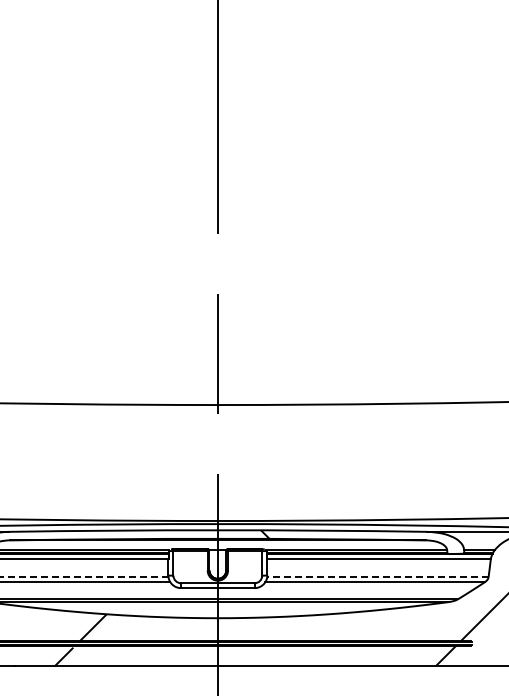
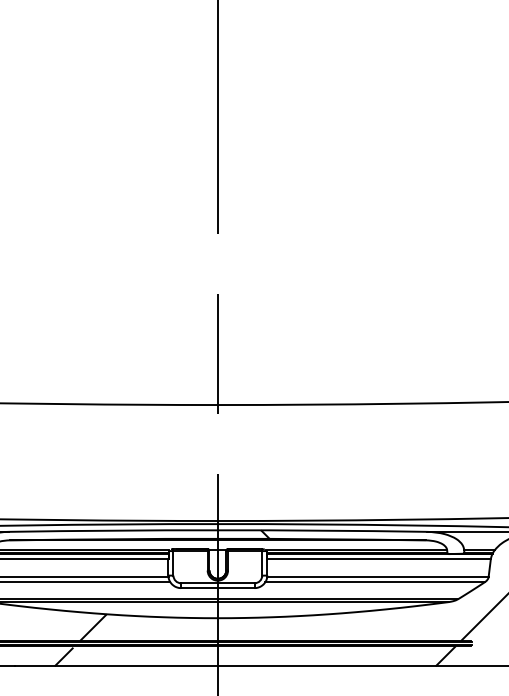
line at (84, 577): dashed -> solid
line at (377, 577): dashed -> solid
